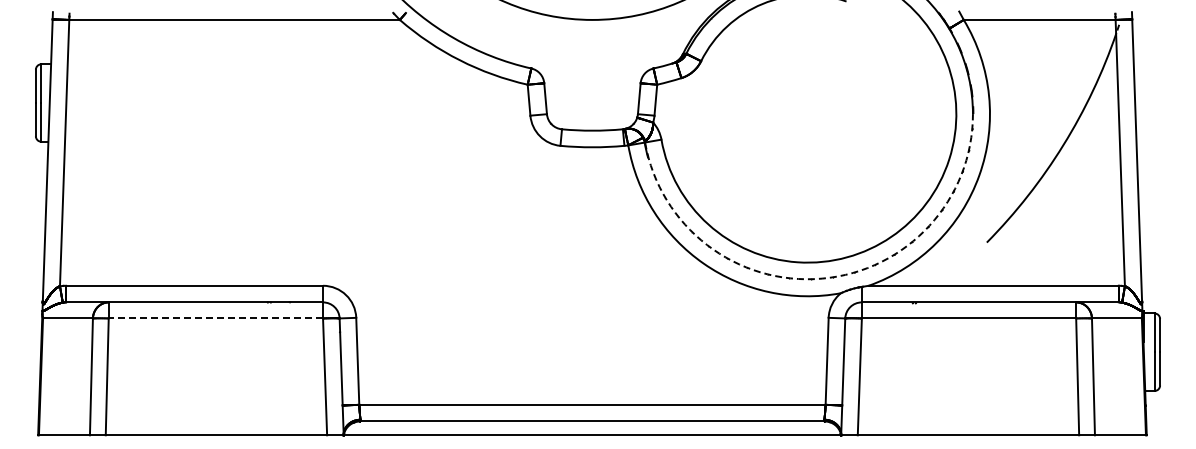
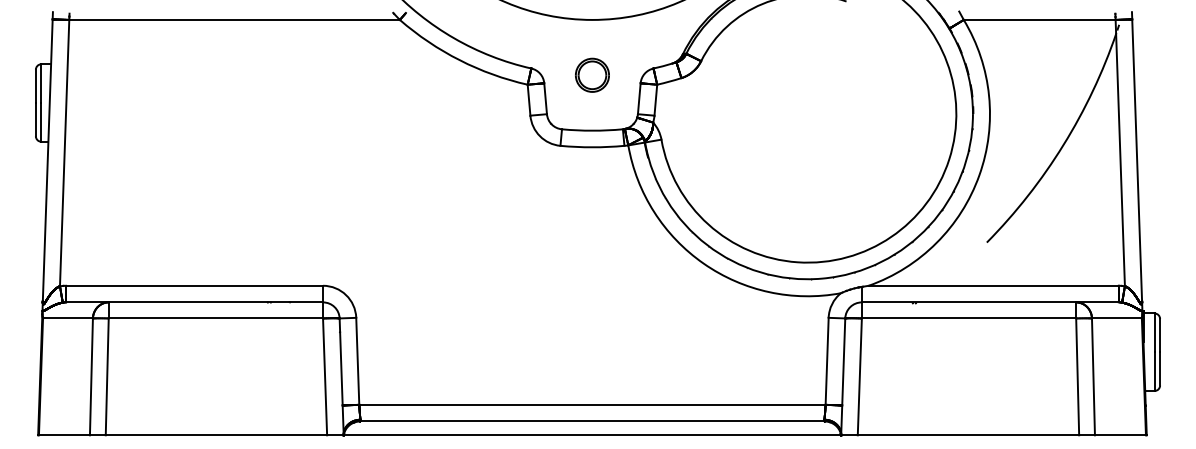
part at (592, 74): none -> present
arc at (822, 278): dashed -> solid
line at (215, 318): dashed -> solid
